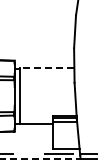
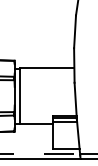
line at (46, 68): dashed -> solid
line at (40, 159): dashed -> solid
